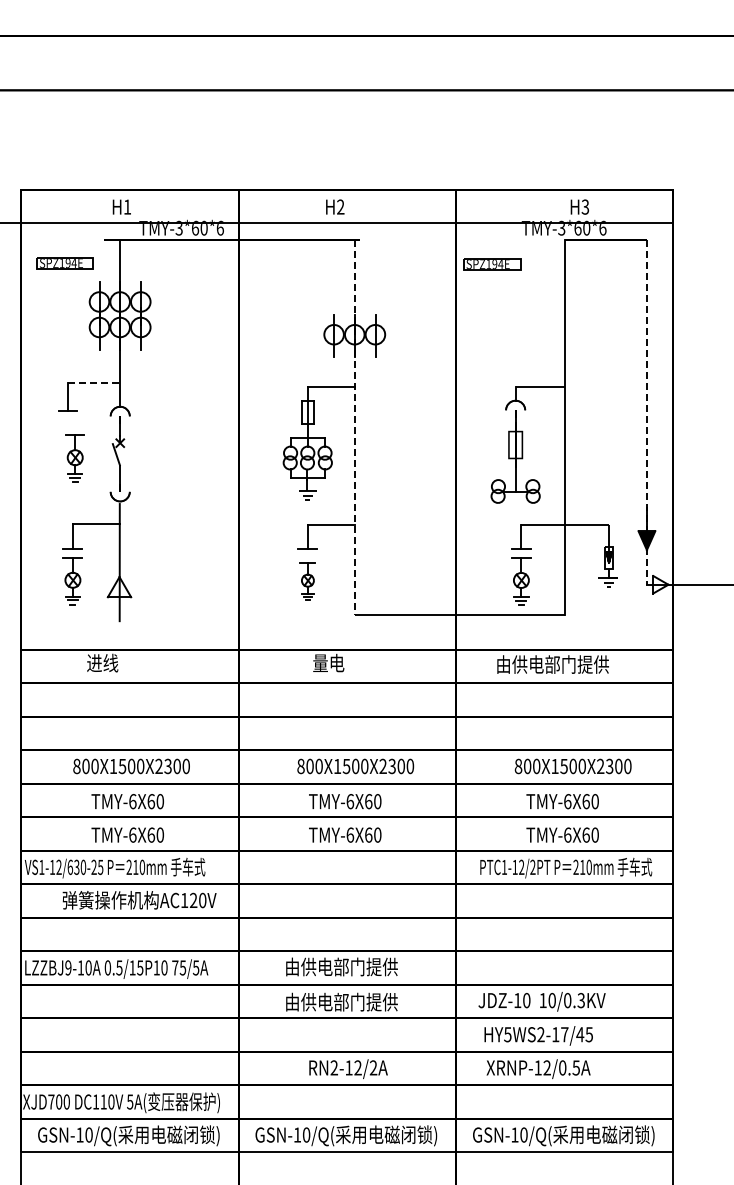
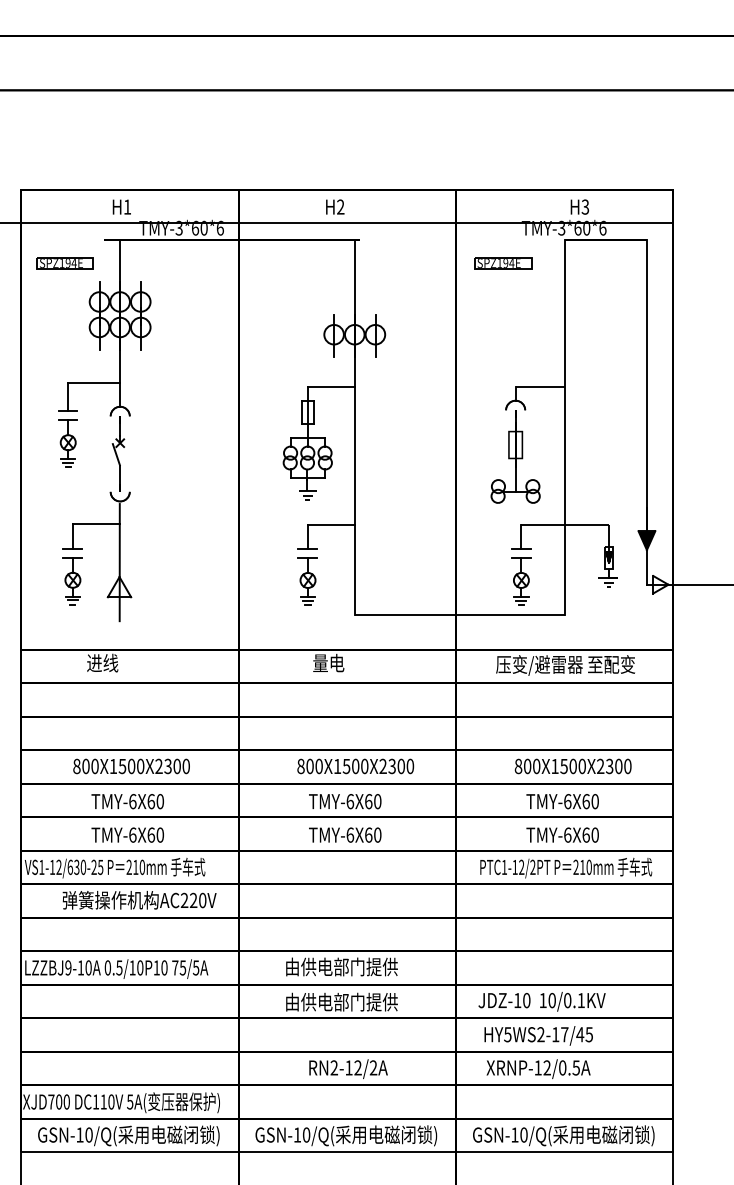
part at (492, 264) position: (492, 264) -> (503, 263)
line at (94, 382): dashed -> solid
line at (646, 413): dashed -> solid
line at (354, 427): dashed -> solid
part at (74, 458) position: (74, 458) -> (67, 443)
part at (307, 581) size: 17x39 px -> 21x49 px
text at (565, 665): 由供电部门提供 -> 压变/避雷器 至配变
text at (184, 899): AC120V -> AC220V
text at (140, 967): 0.5/15P10 -> 0.5/10P10
text at (580, 1000): 10/0.3KV -> 10/0.1KV
